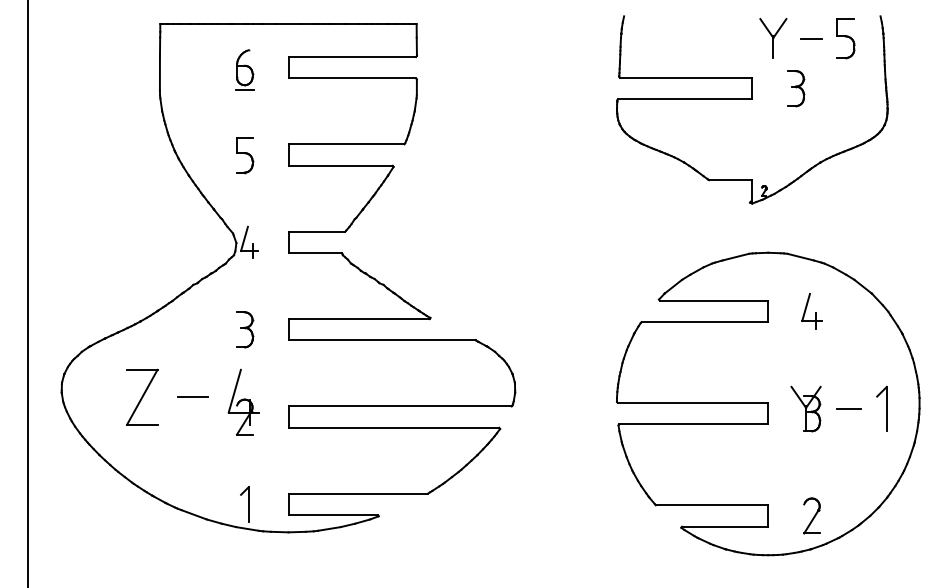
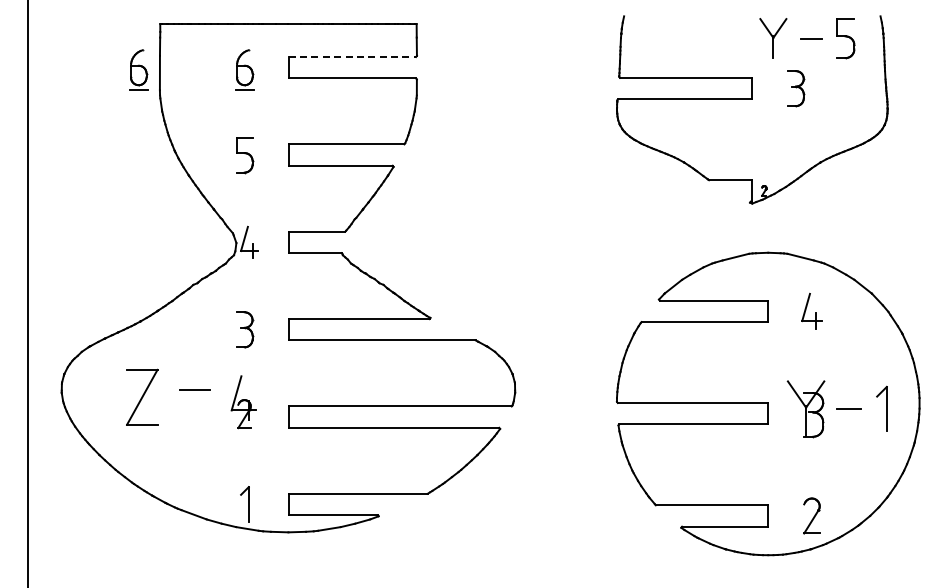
line at (352, 57): solid -> dashed
part at (138, 69): none -> present
line at (192, 396) position: (192, 396) -> (194, 389)
part at (243, 401) size: 33x68 px -> 27x55 px
part at (805, 408) size: 32x48 px -> 40x59 px
